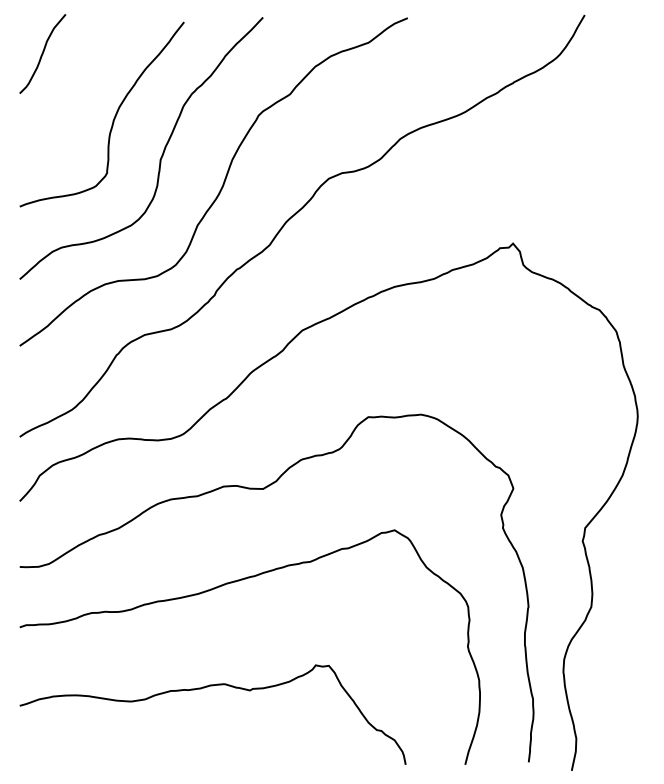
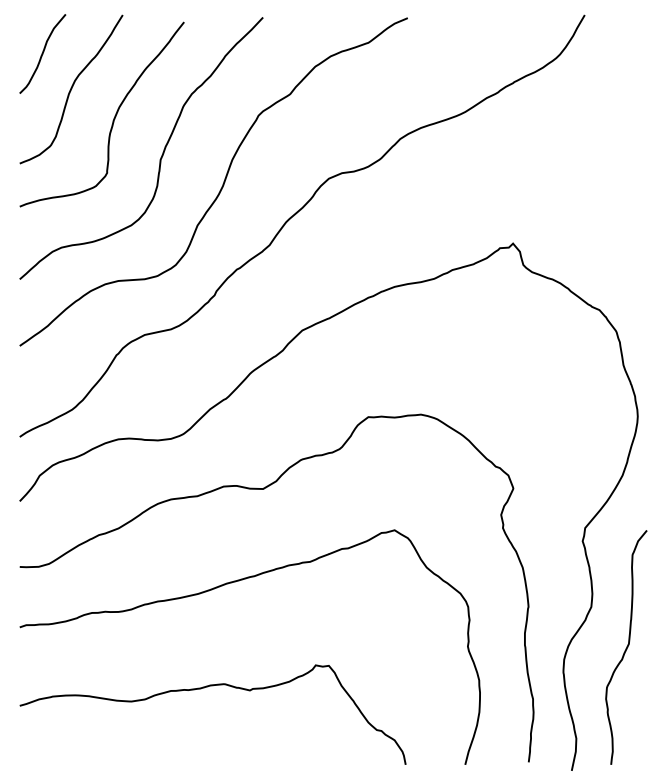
curve at (71, 89): none -> present
curve at (626, 647): none -> present
